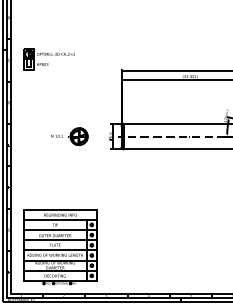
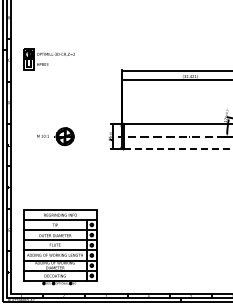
part at (69, 136) position: (69, 136) -> (55, 136)
line at (178, 149): solid -> dashed
